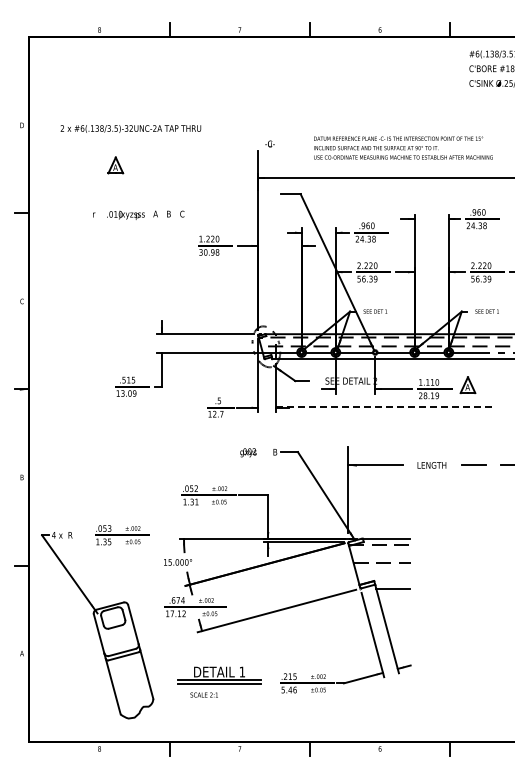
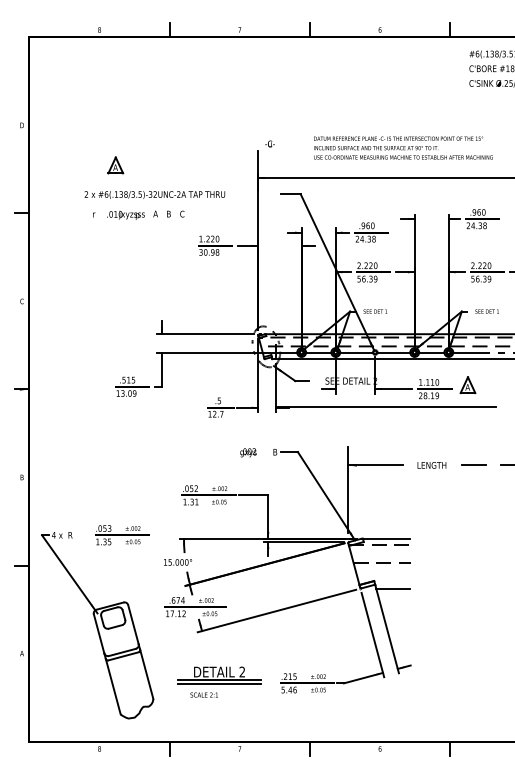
text at (130, 128) position: (130, 128) -> (154, 194)
line at (385, 407): dashed -> solid
text at (241, 671): 1 -> 2
